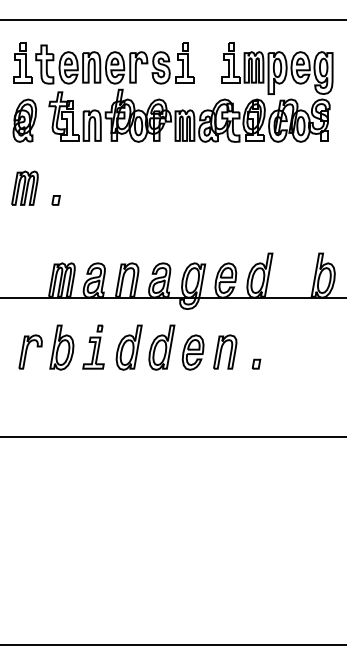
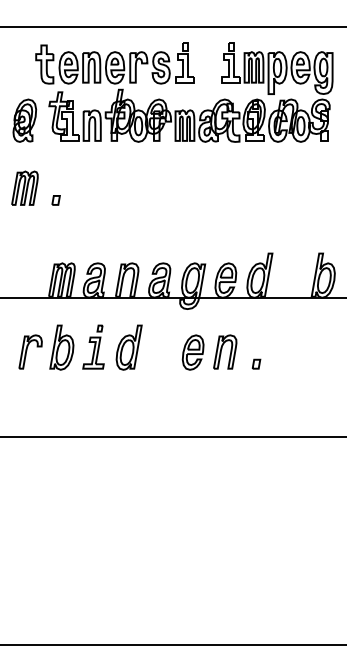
line at (172, 19) position: (172, 19) -> (172, 26)
part at (22, 62): present -> none
part at (161, 347): present -> none
